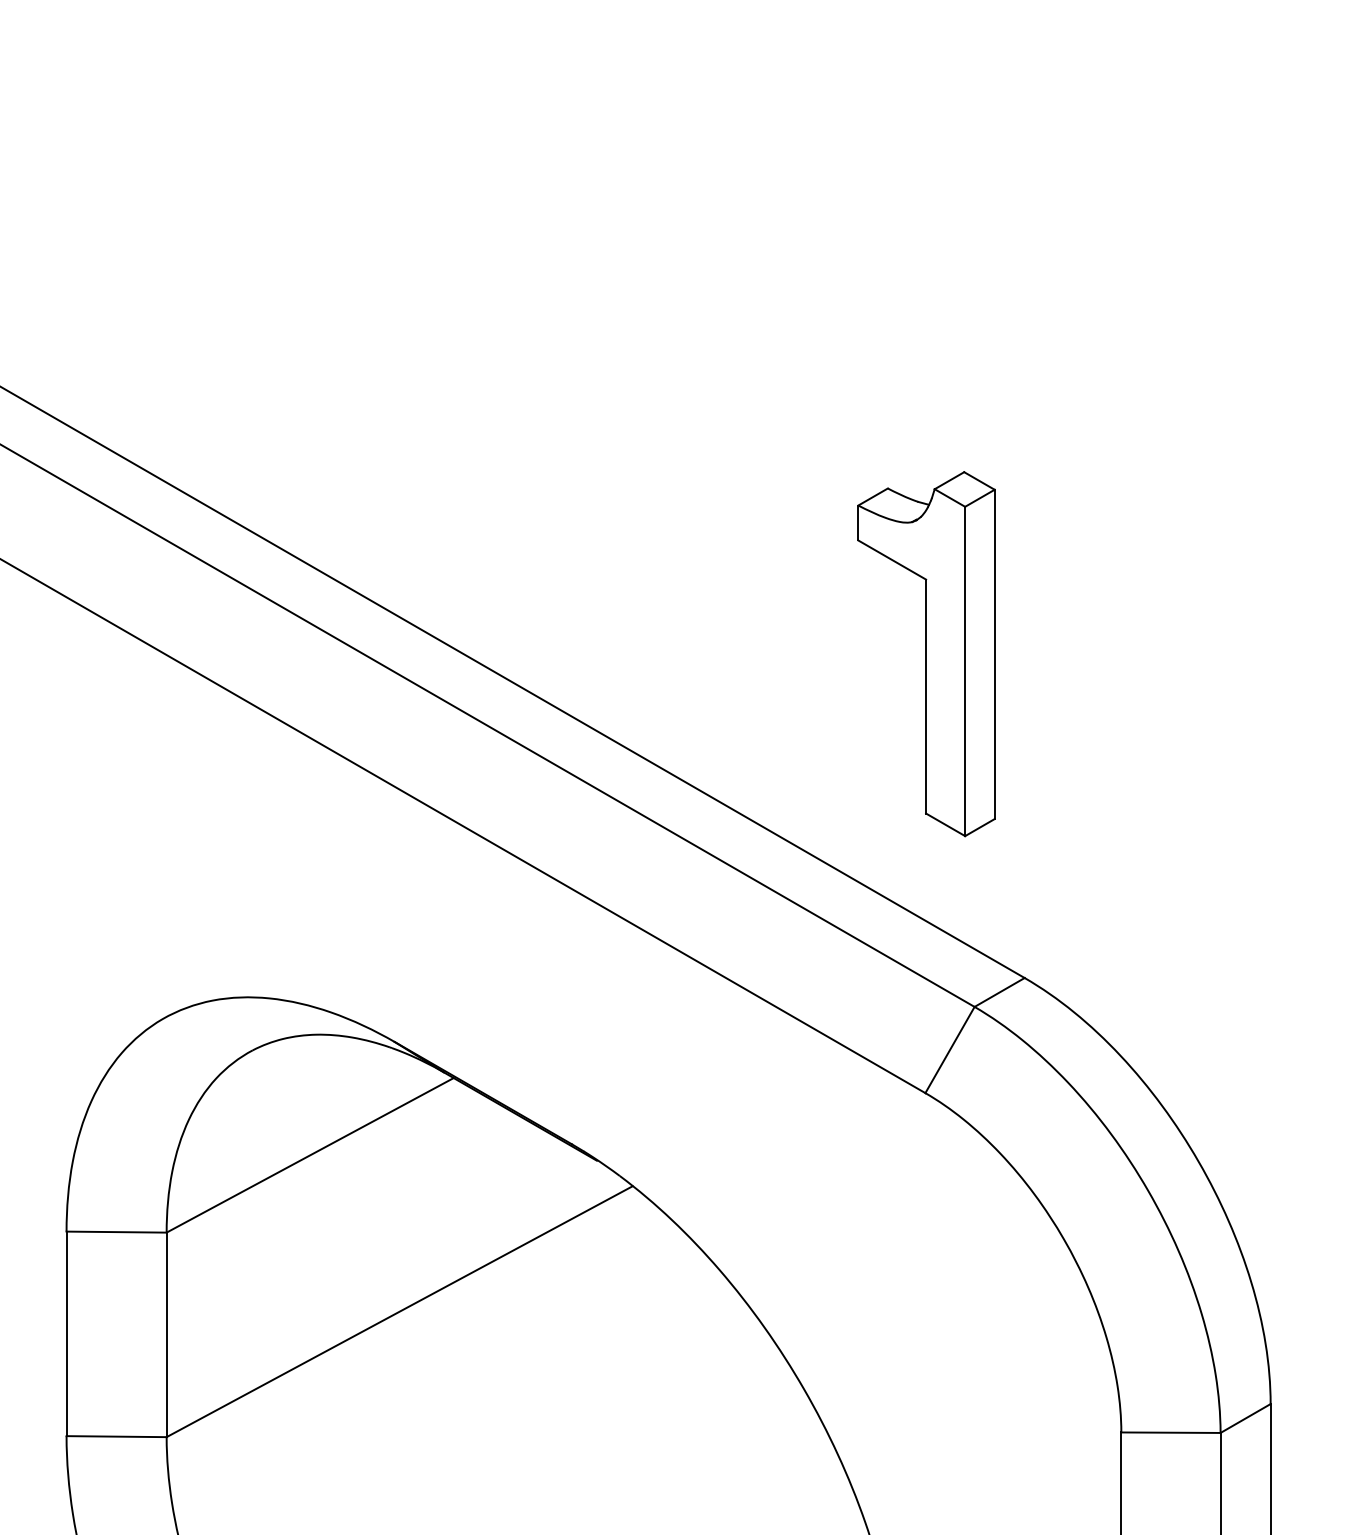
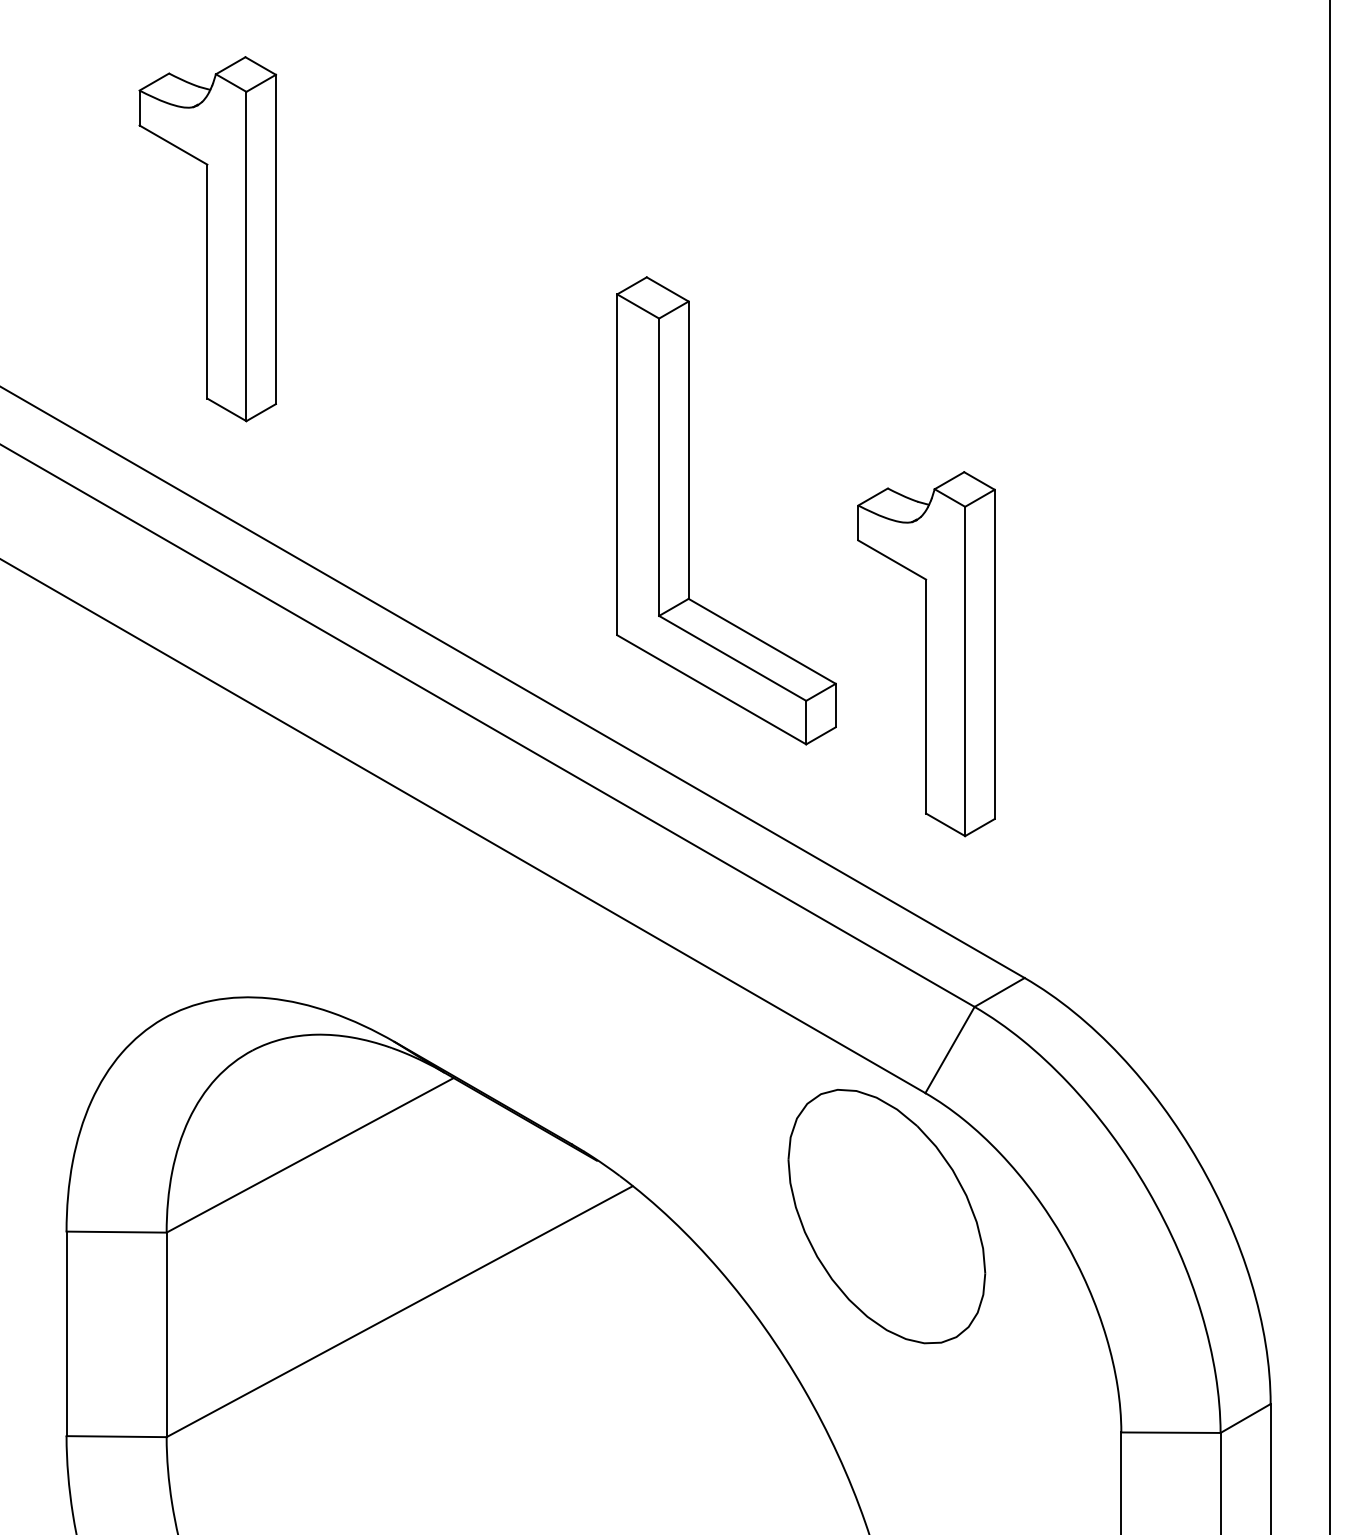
part at (207, 239): none -> present
part at (689, 510): none -> present
line at (1329, 766): none -> present
part at (886, 1216): none -> present
